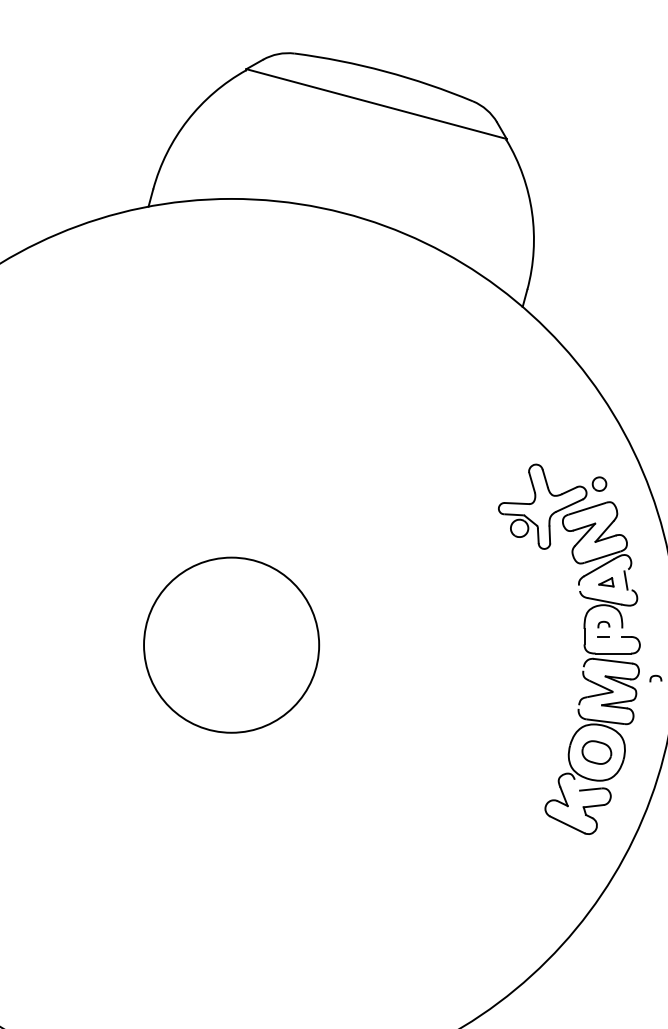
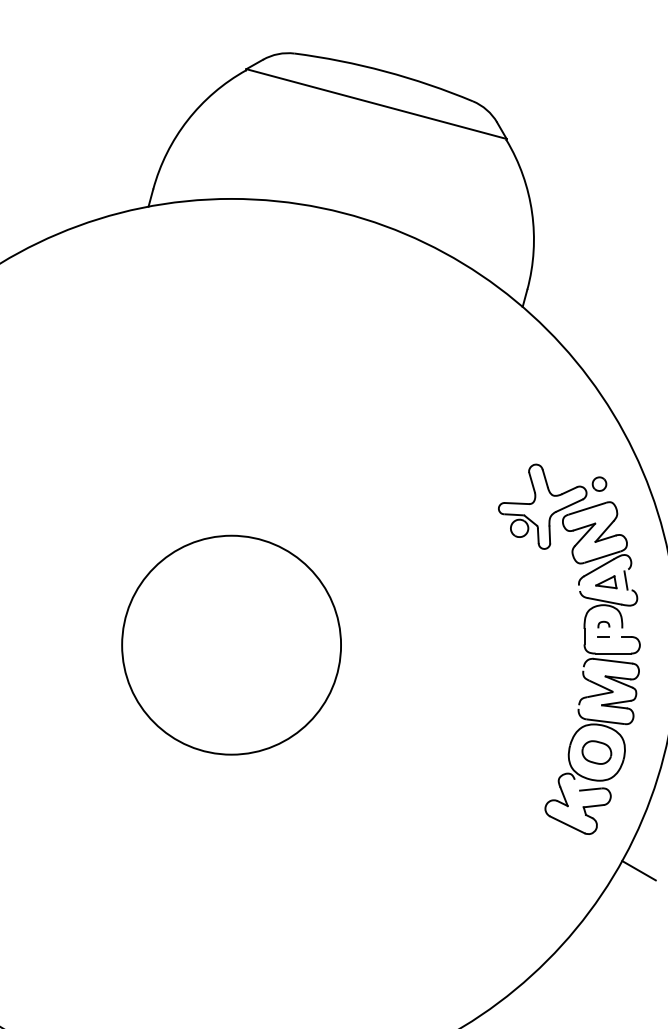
part at (606, 582) size: 17x11 px -> 23x15 px
circle at (231, 644) diameter: 175 px -> 219 px
curve at (655, 676): present -> none
line at (638, 870): none -> present
